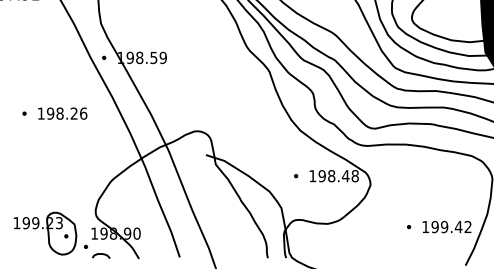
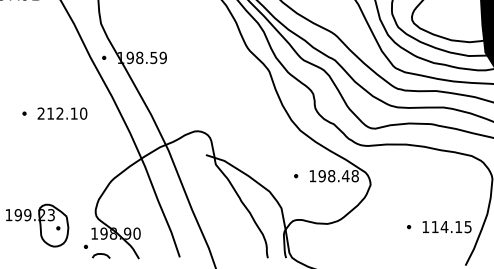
text at (62, 113): 198.26 -> 212.10
text at (451, 226): 199.42 -> 114.15
part at (45, 233) position: (45, 233) -> (37, 225)
